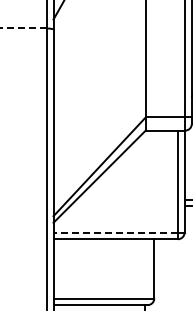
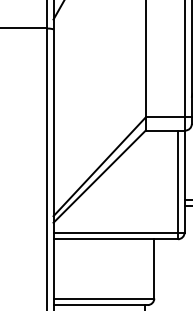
line at (23, 28): dashed -> solid
line at (115, 232): dashed -> solid
